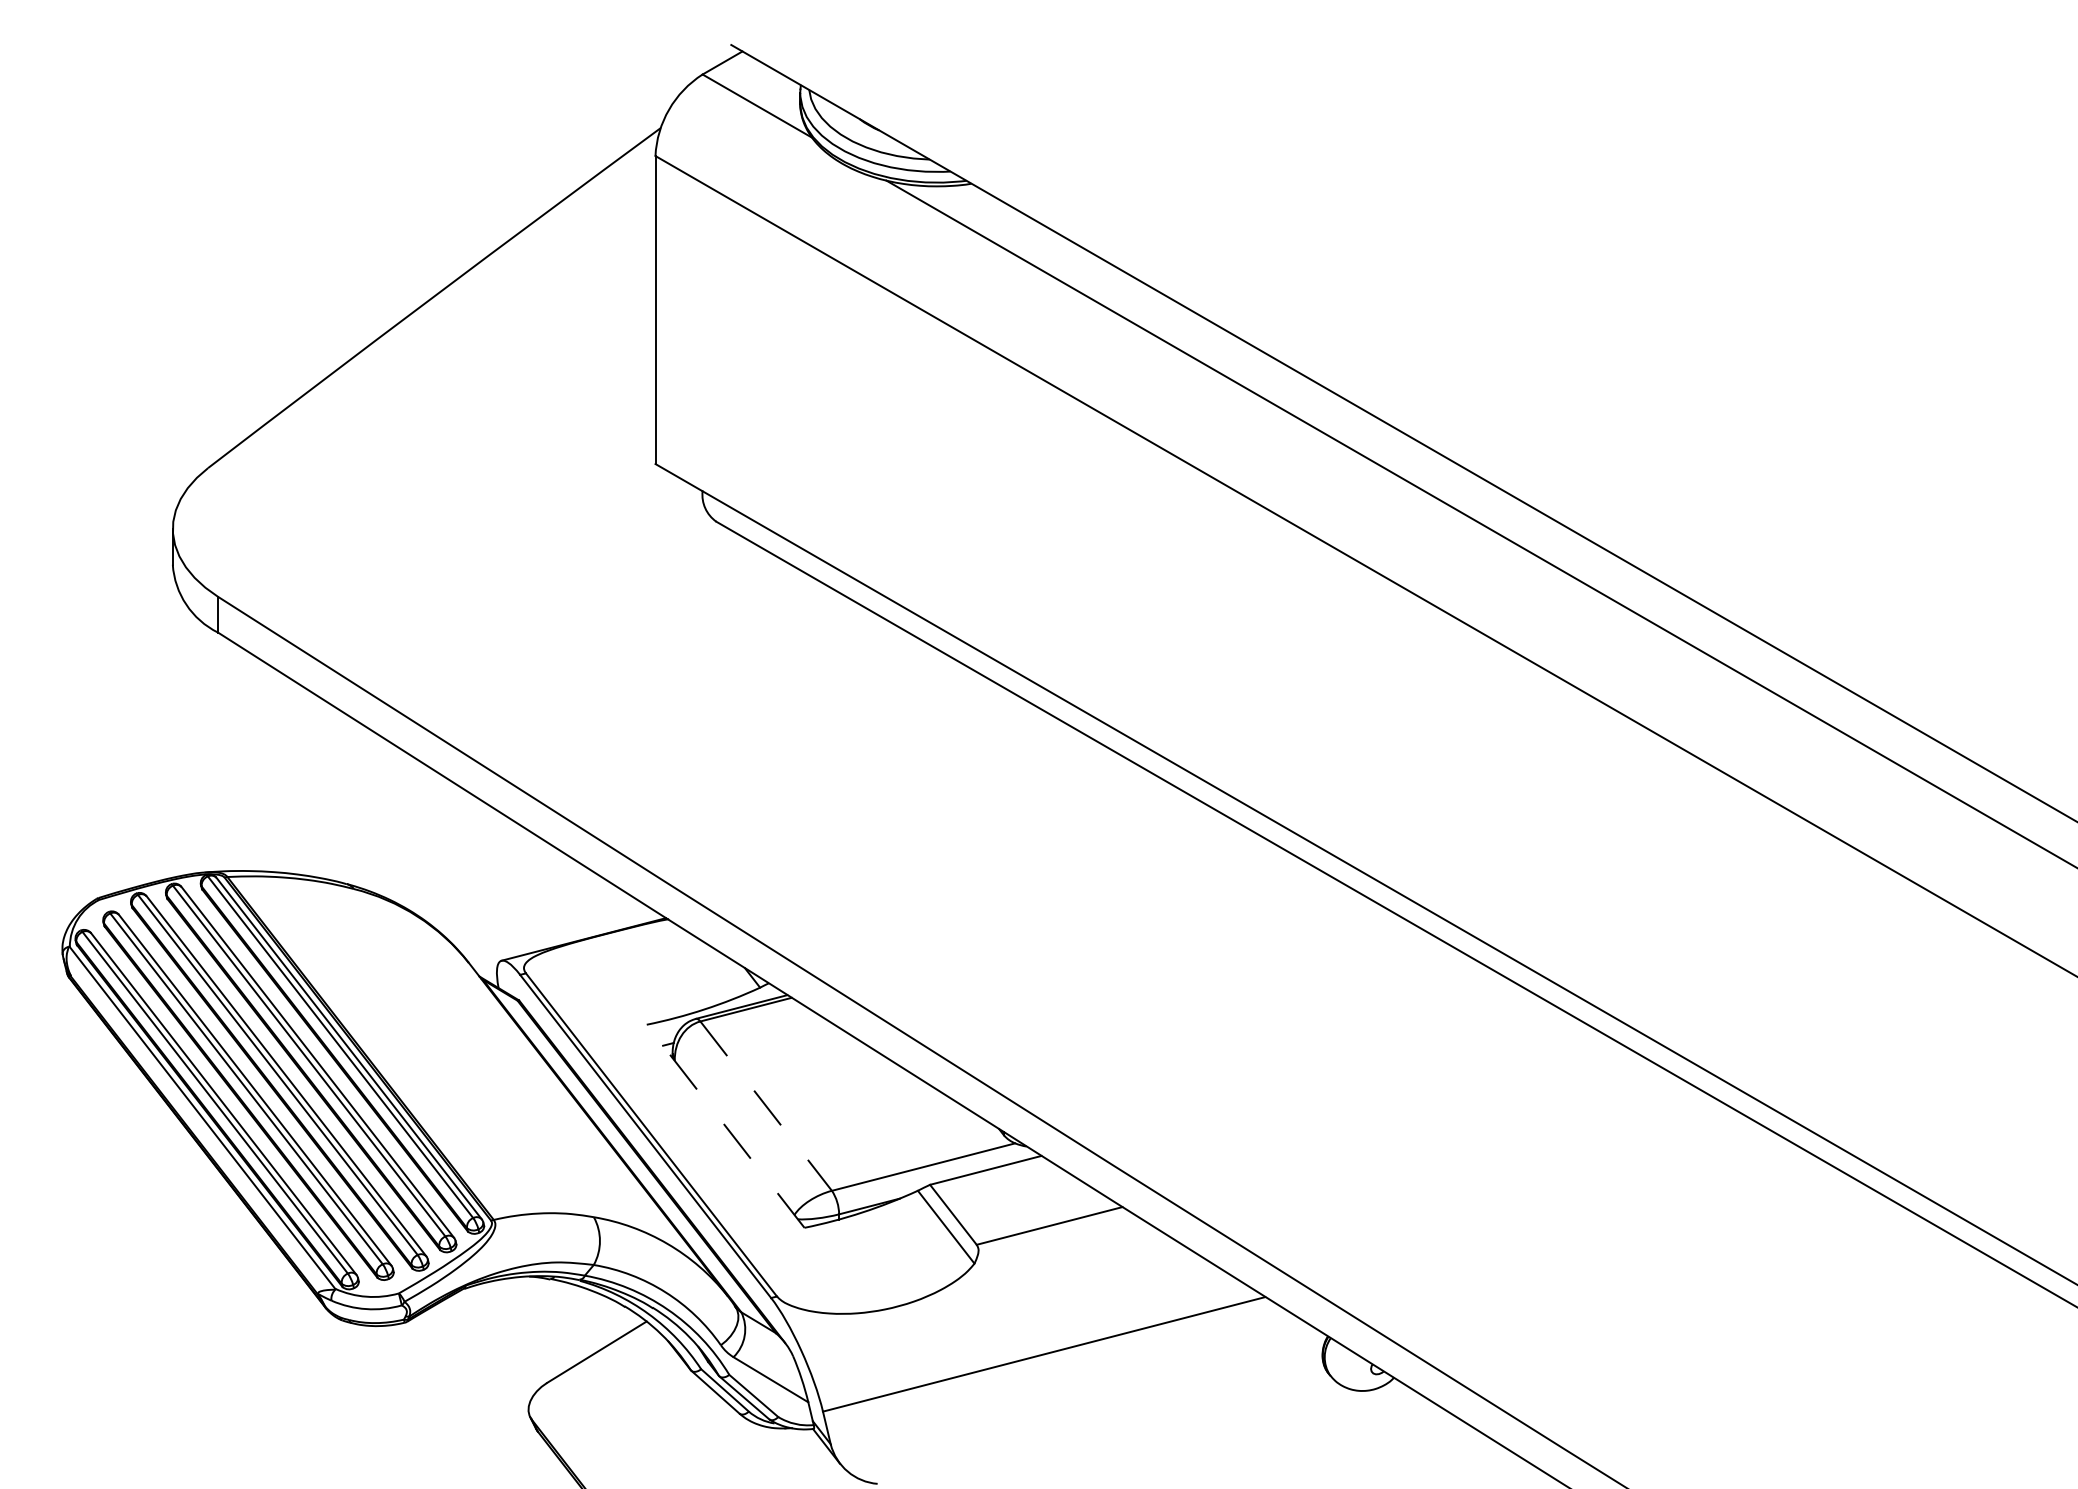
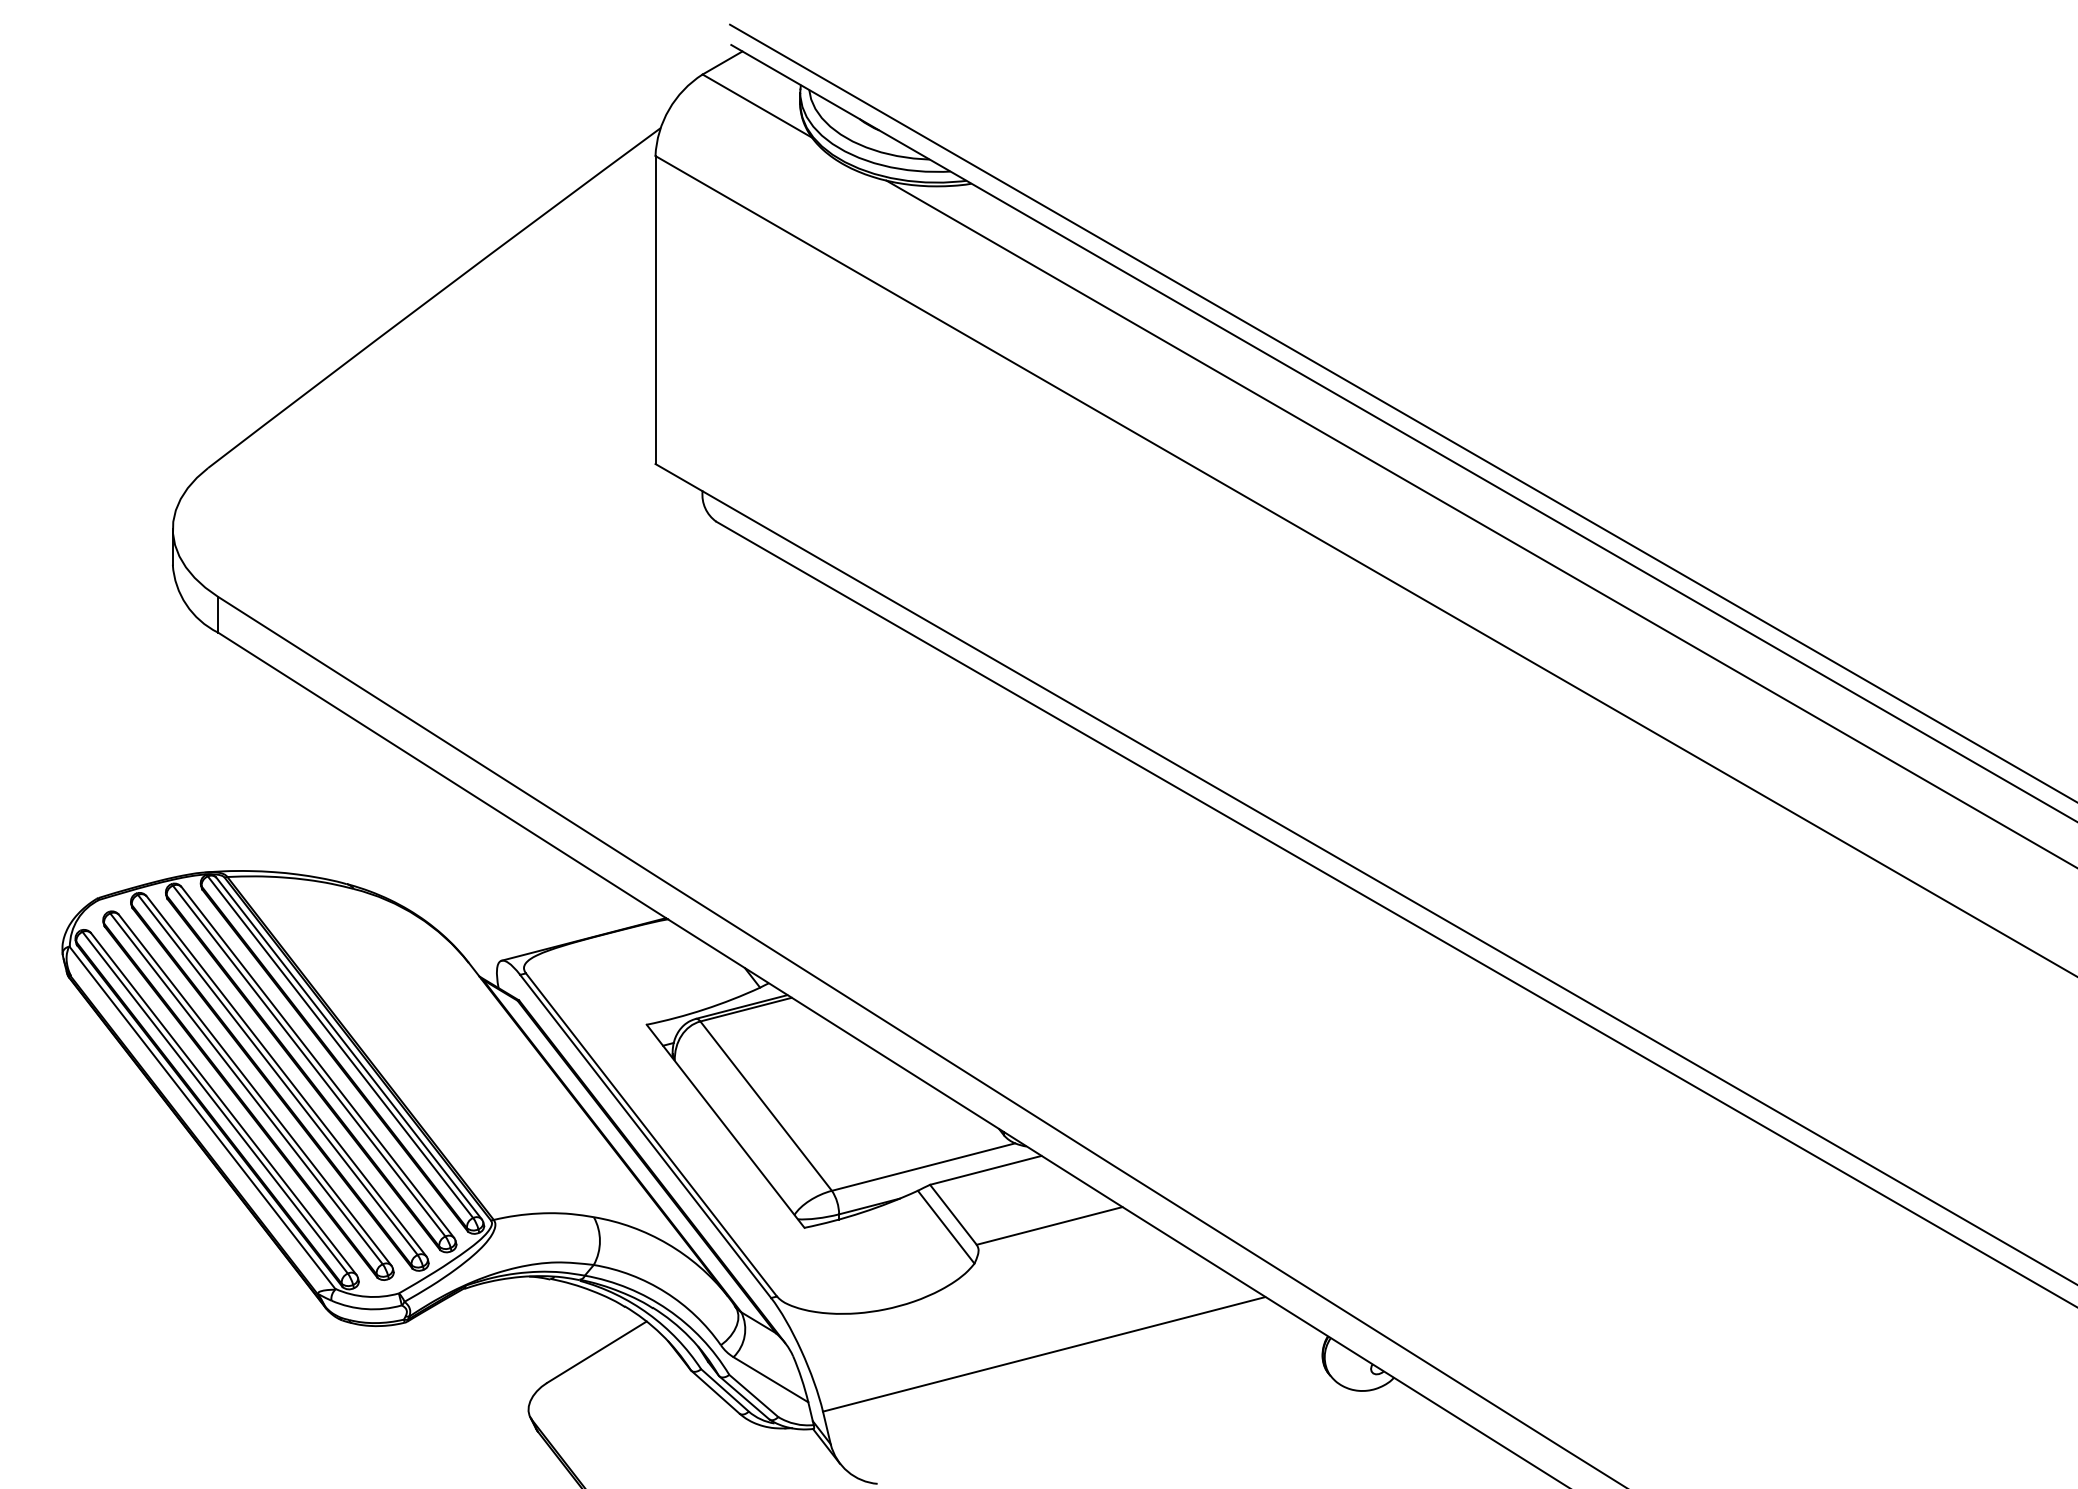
line at (1402, 412): none -> present
line at (766, 1106): dashed -> solid
line at (725, 1126): dashed -> solid
